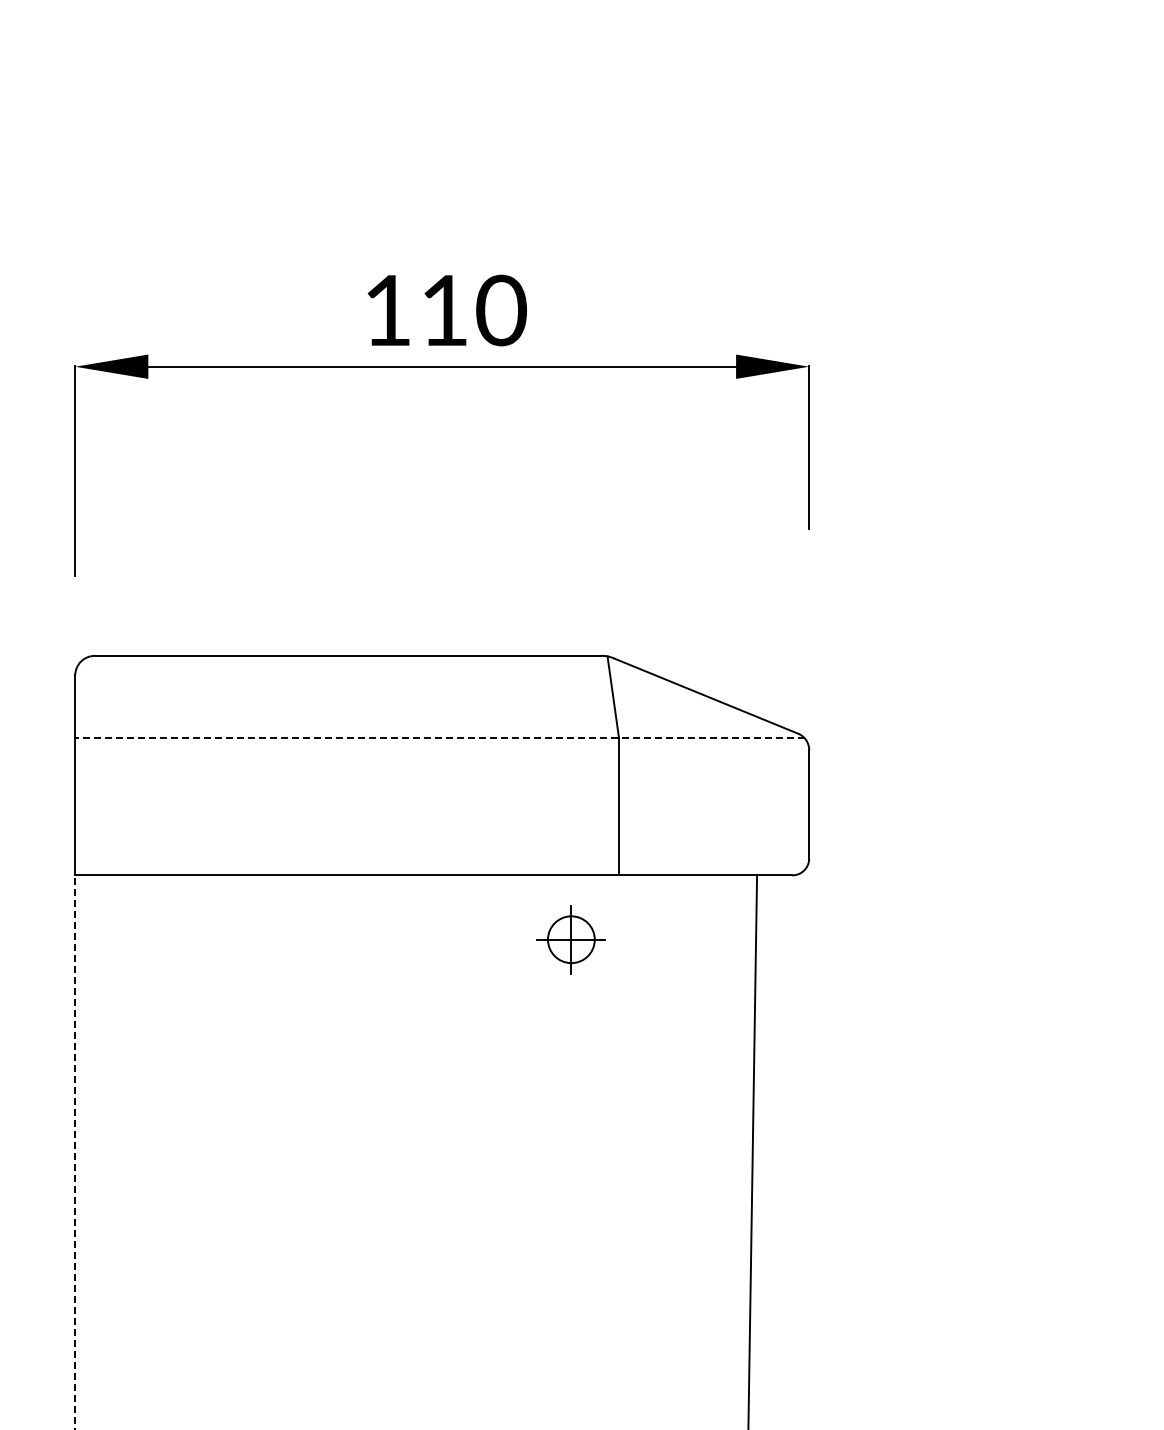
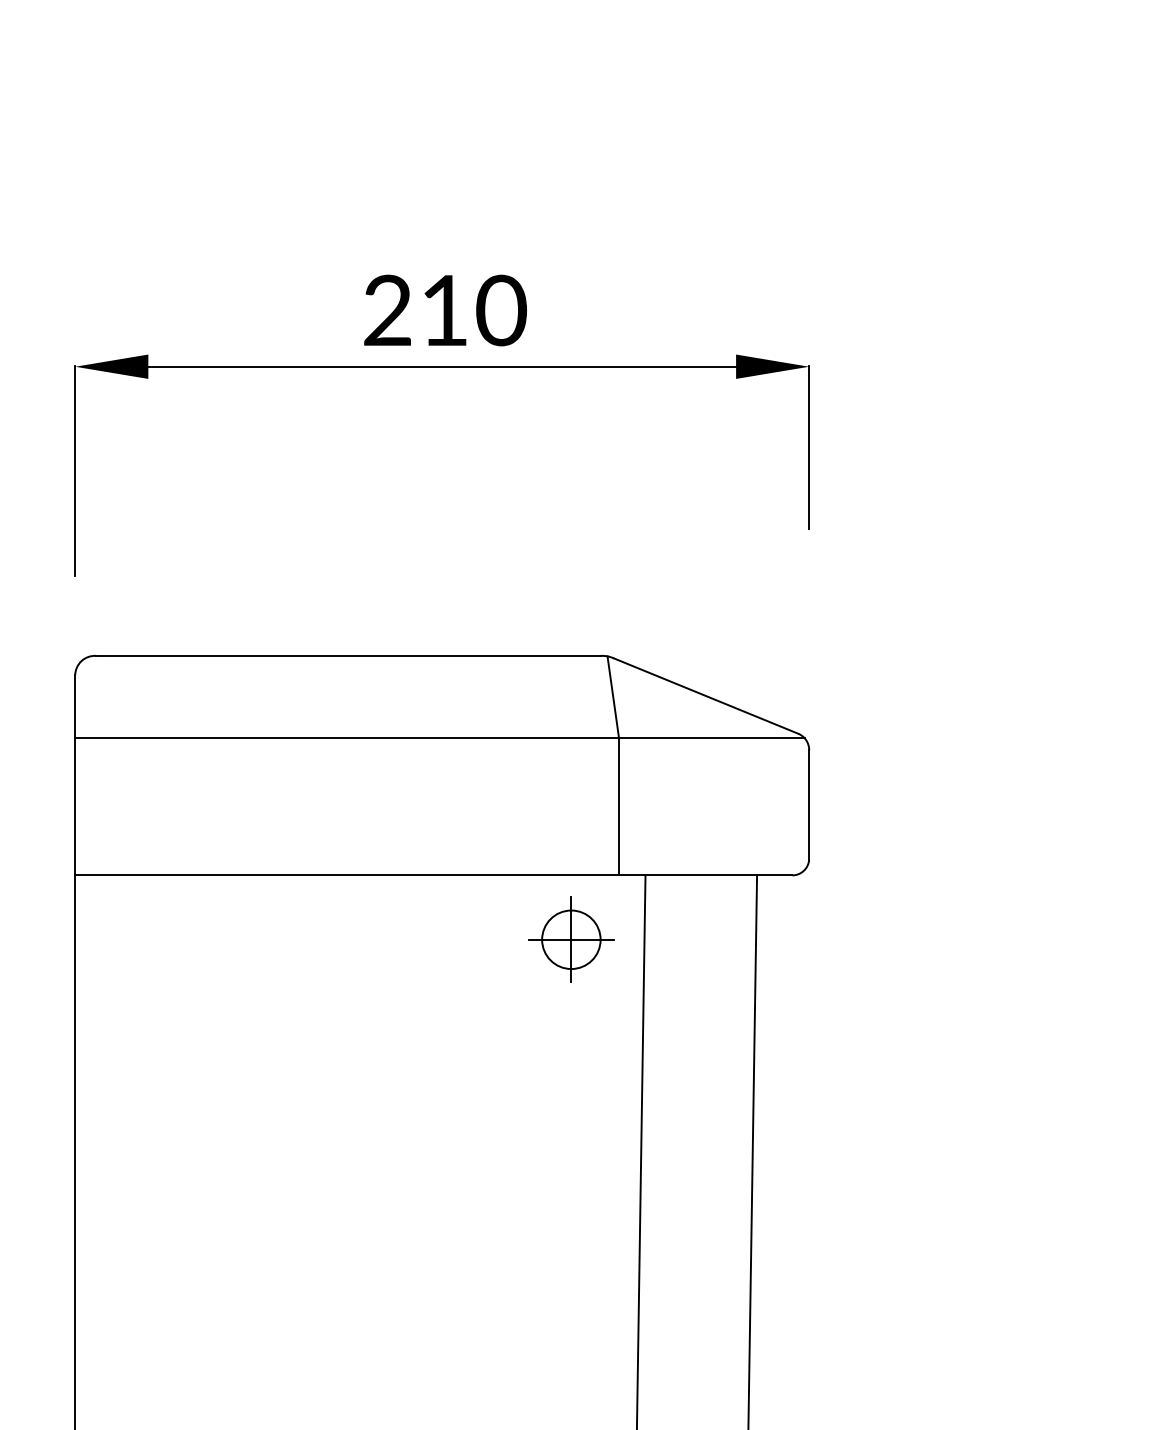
text at (387, 309): 110 -> 210
line at (439, 738): dashed -> solid
part at (570, 939) size: 70x70 px -> 87x87 px
line at (640, 1150): none -> present
line at (75, 1152): dashed -> solid
